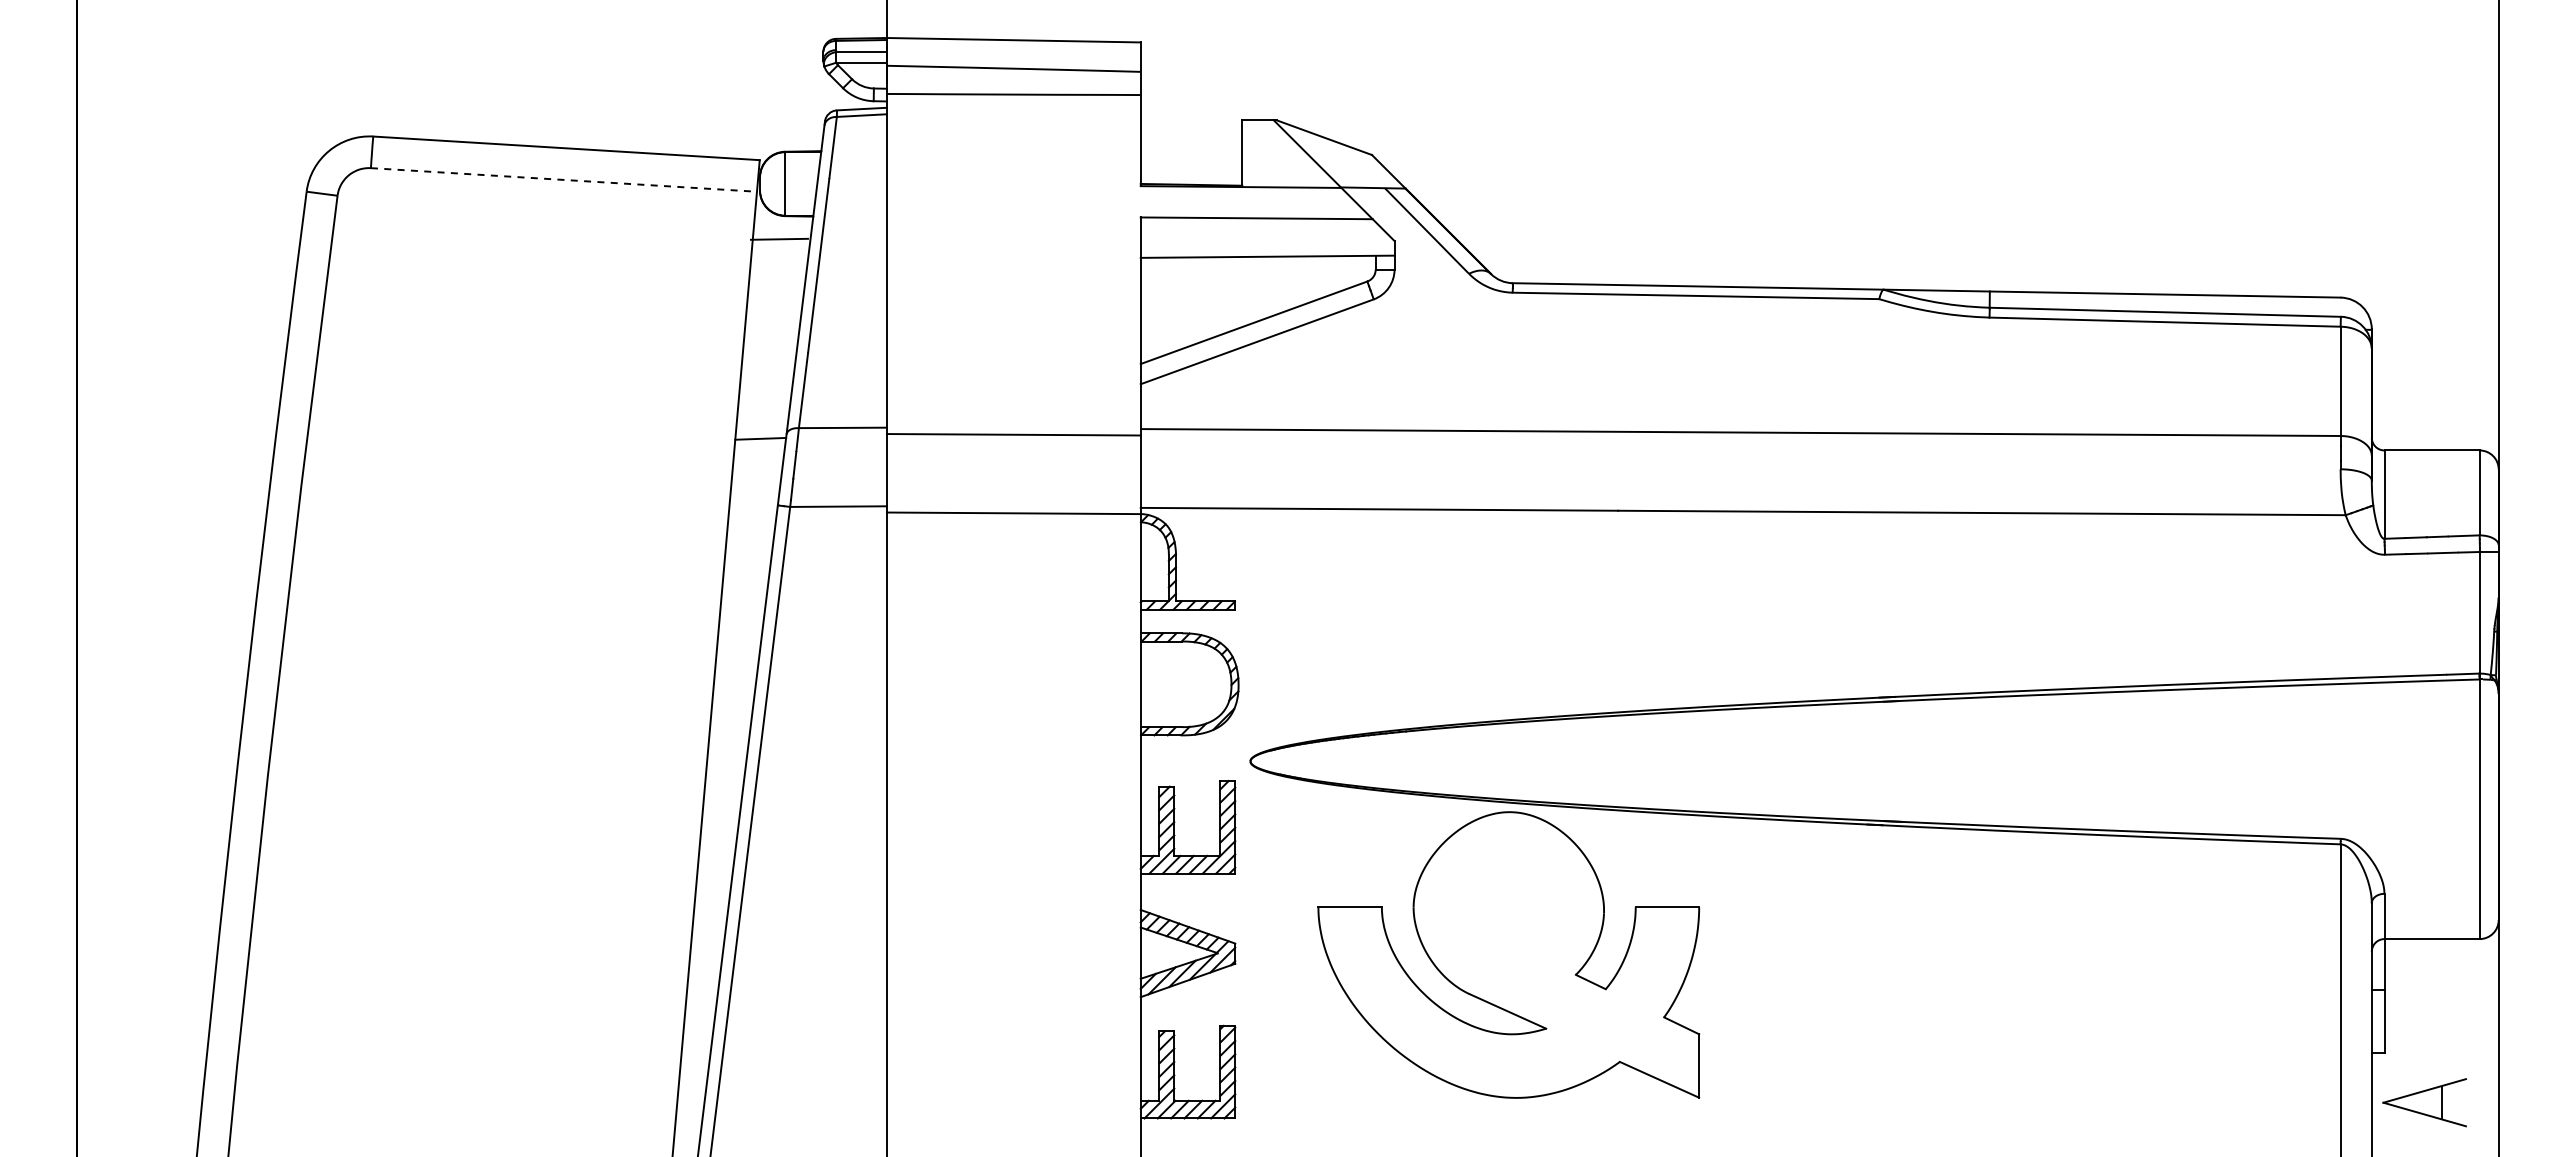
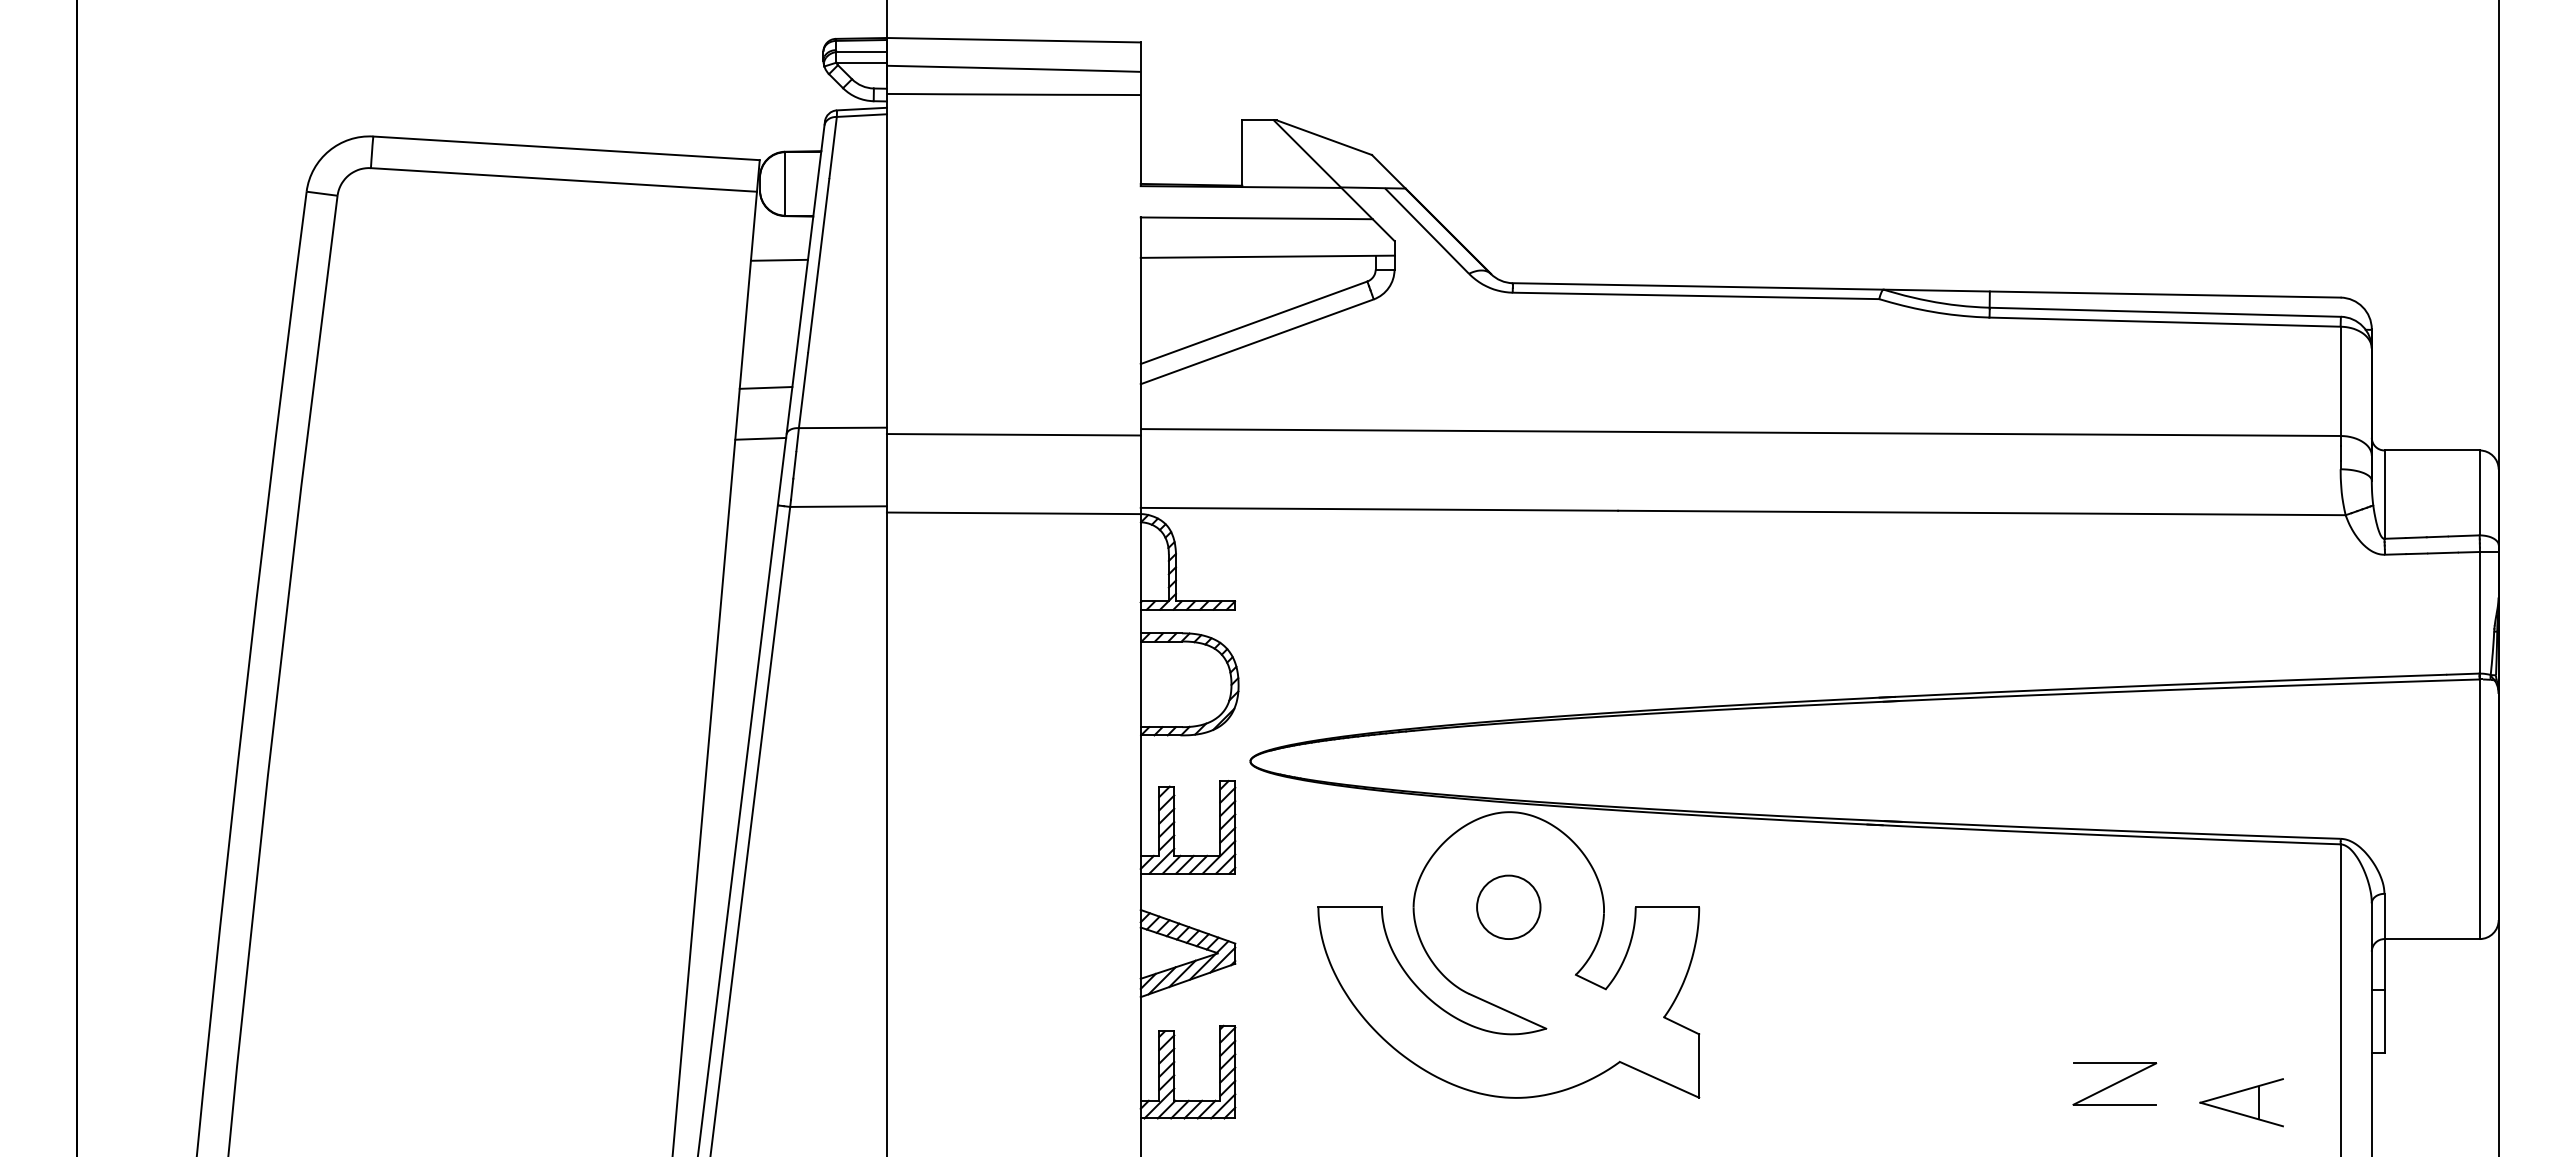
line at (564, 179): dashed -> solid
line at (778, 238) position: (778, 238) -> (778, 259)
line at (765, 387): none -> present
part at (1508, 906): none -> present
part at (2114, 1083): none -> present
part at (2424, 1102) position: (2424, 1102) -> (2241, 1102)
